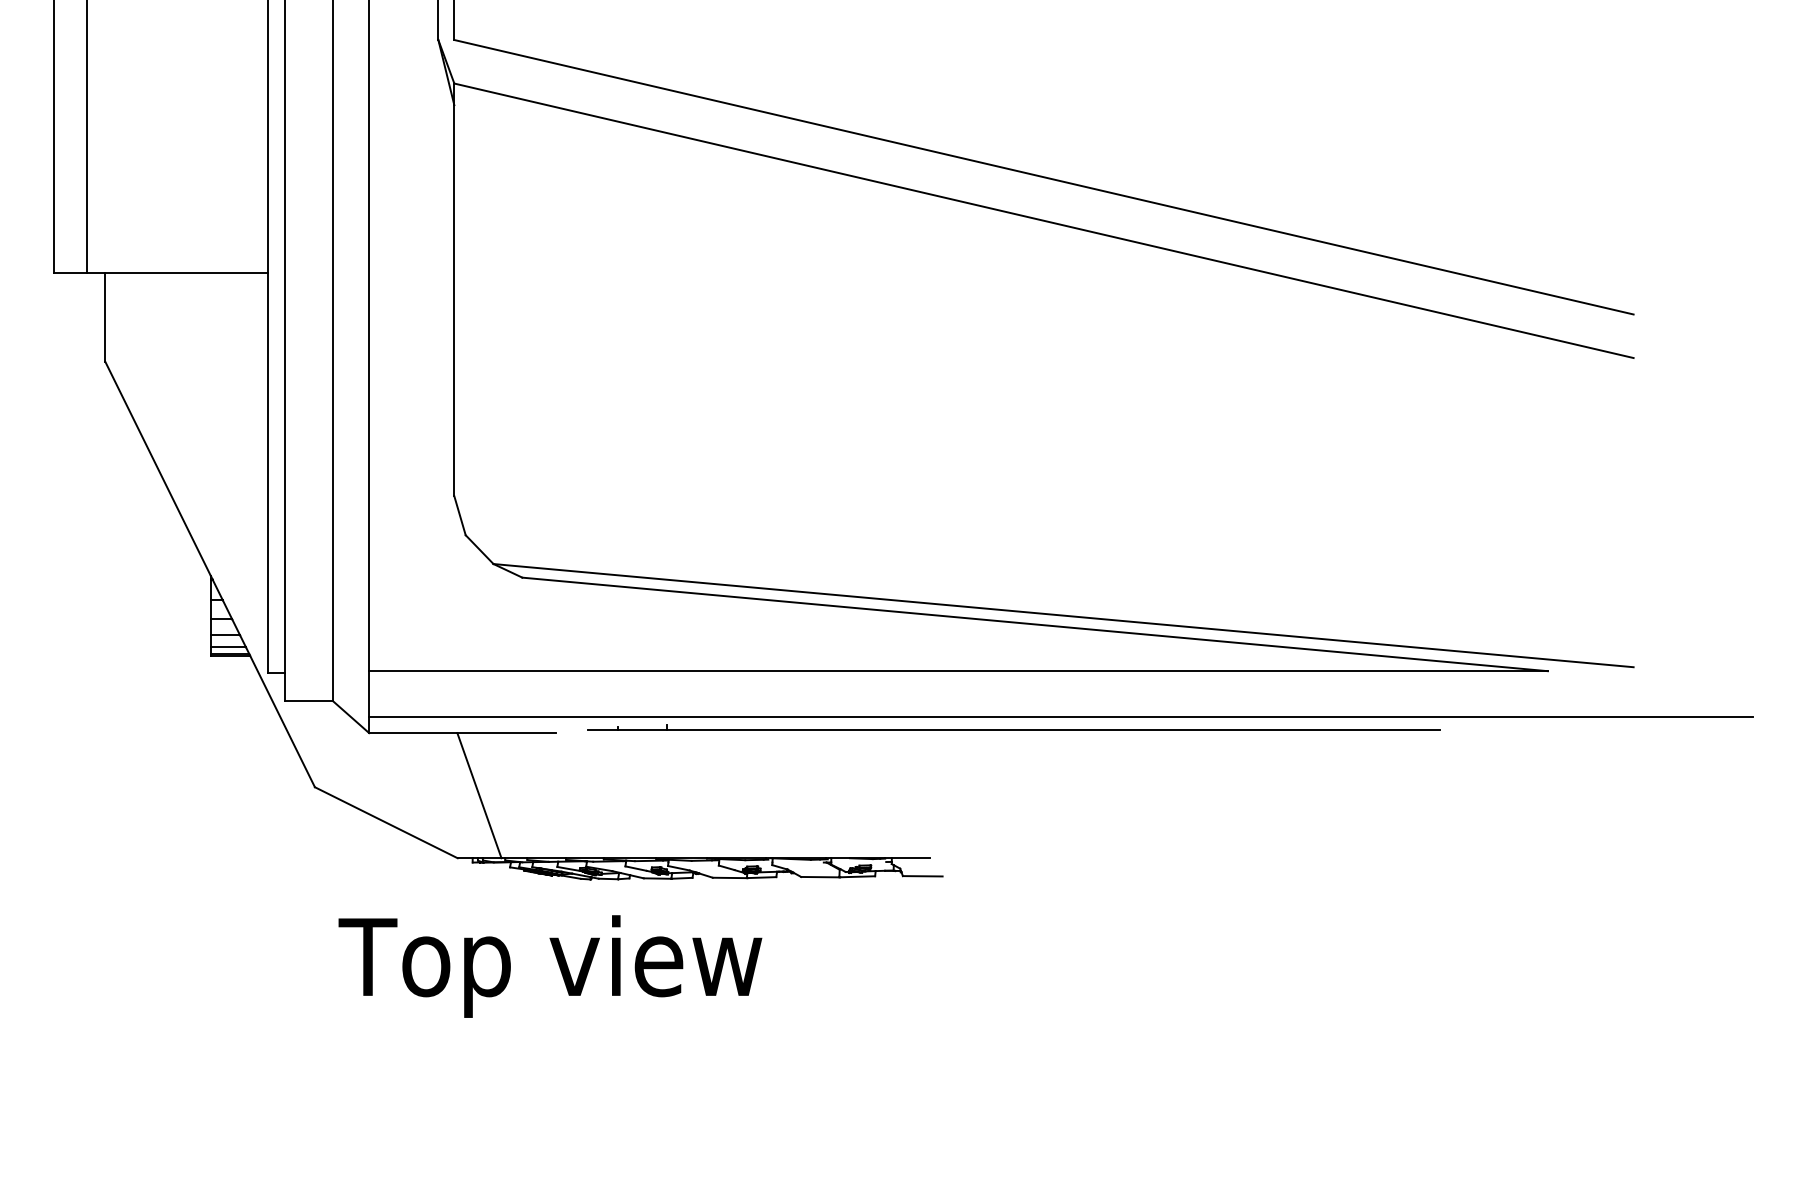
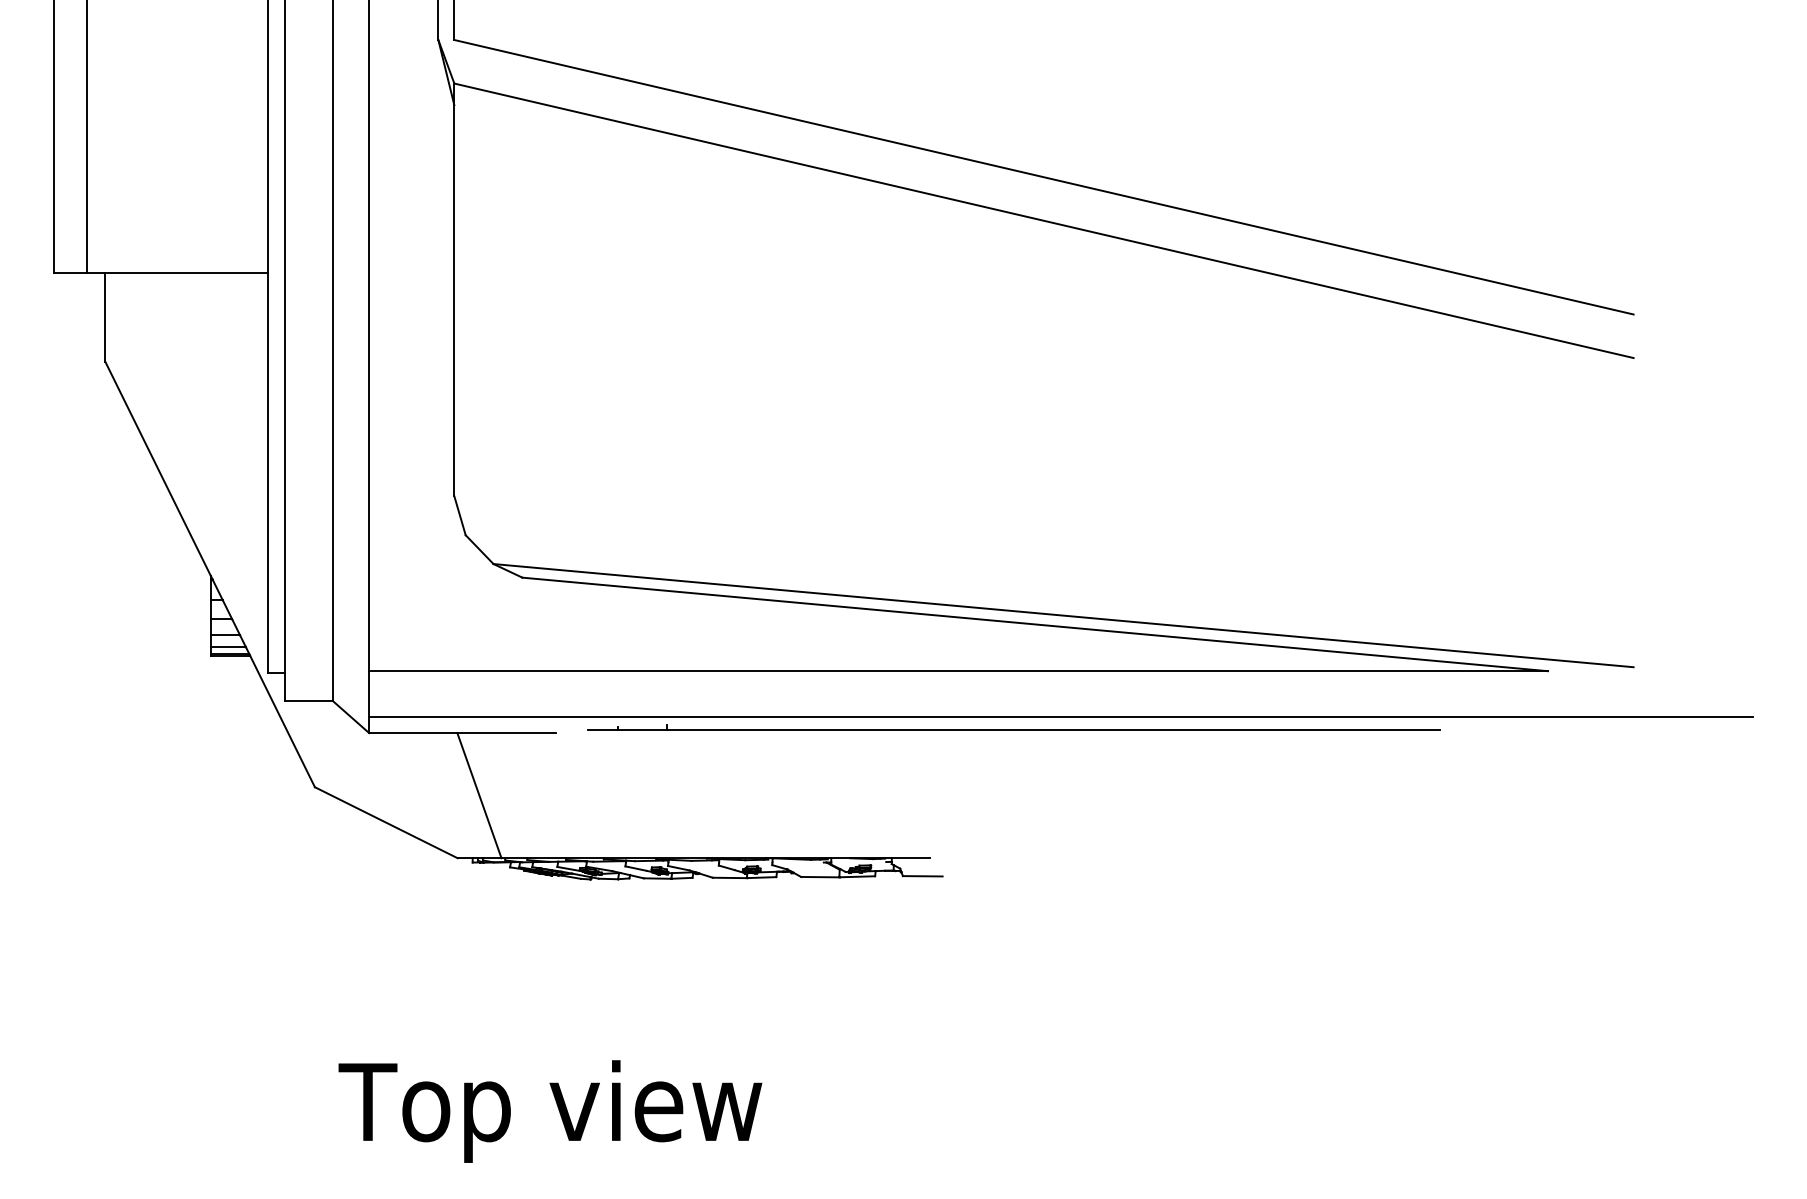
text at (550, 966) position: (550, 966) -> (550, 1111)
